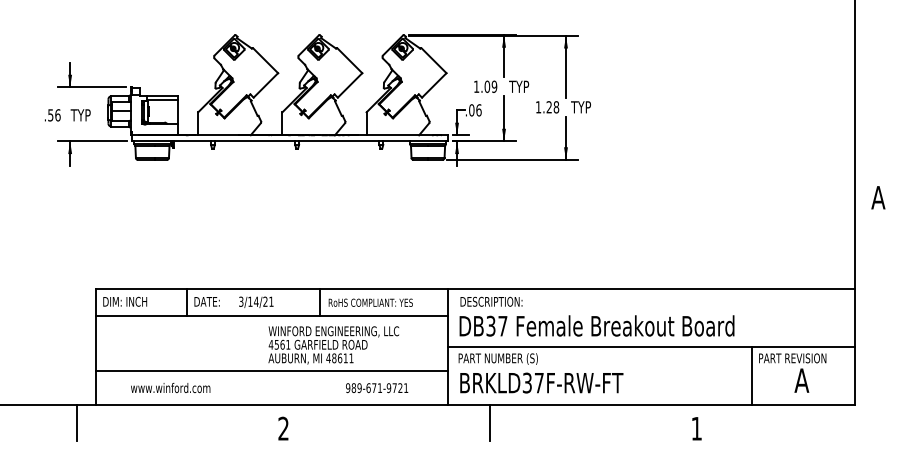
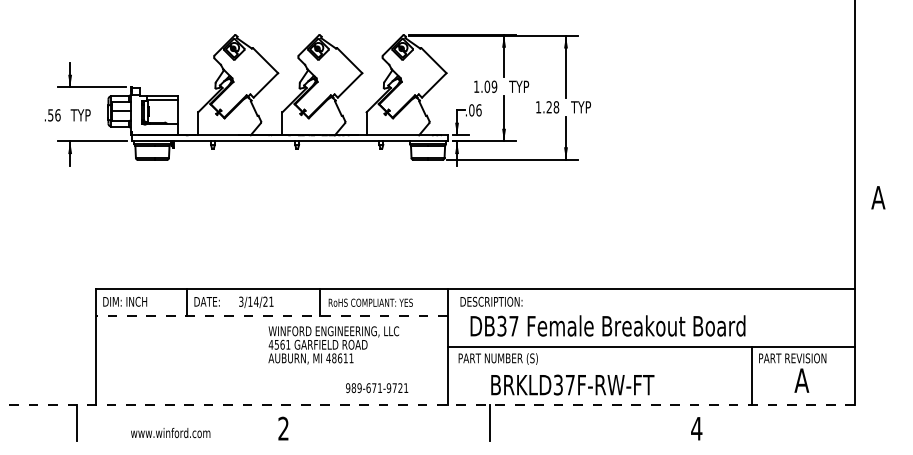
line at (271, 315): solid -> dashed
text at (596, 325) position: (596, 325) -> (607, 325)
line at (271, 370): present -> none
text at (541, 382) position: (541, 382) -> (572, 384)
text at (170, 388) position: (170, 388) -> (170, 433)
line at (427, 404): solid -> dashed
text at (696, 428): 1 -> 4
